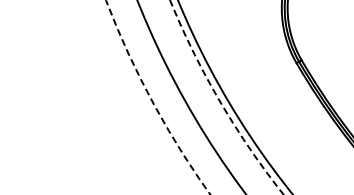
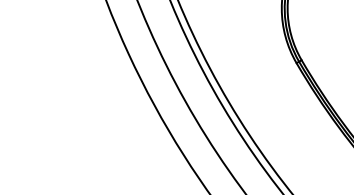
arc at (152, 101): dashed -> solid
arc at (219, 101): dashed -> solid
